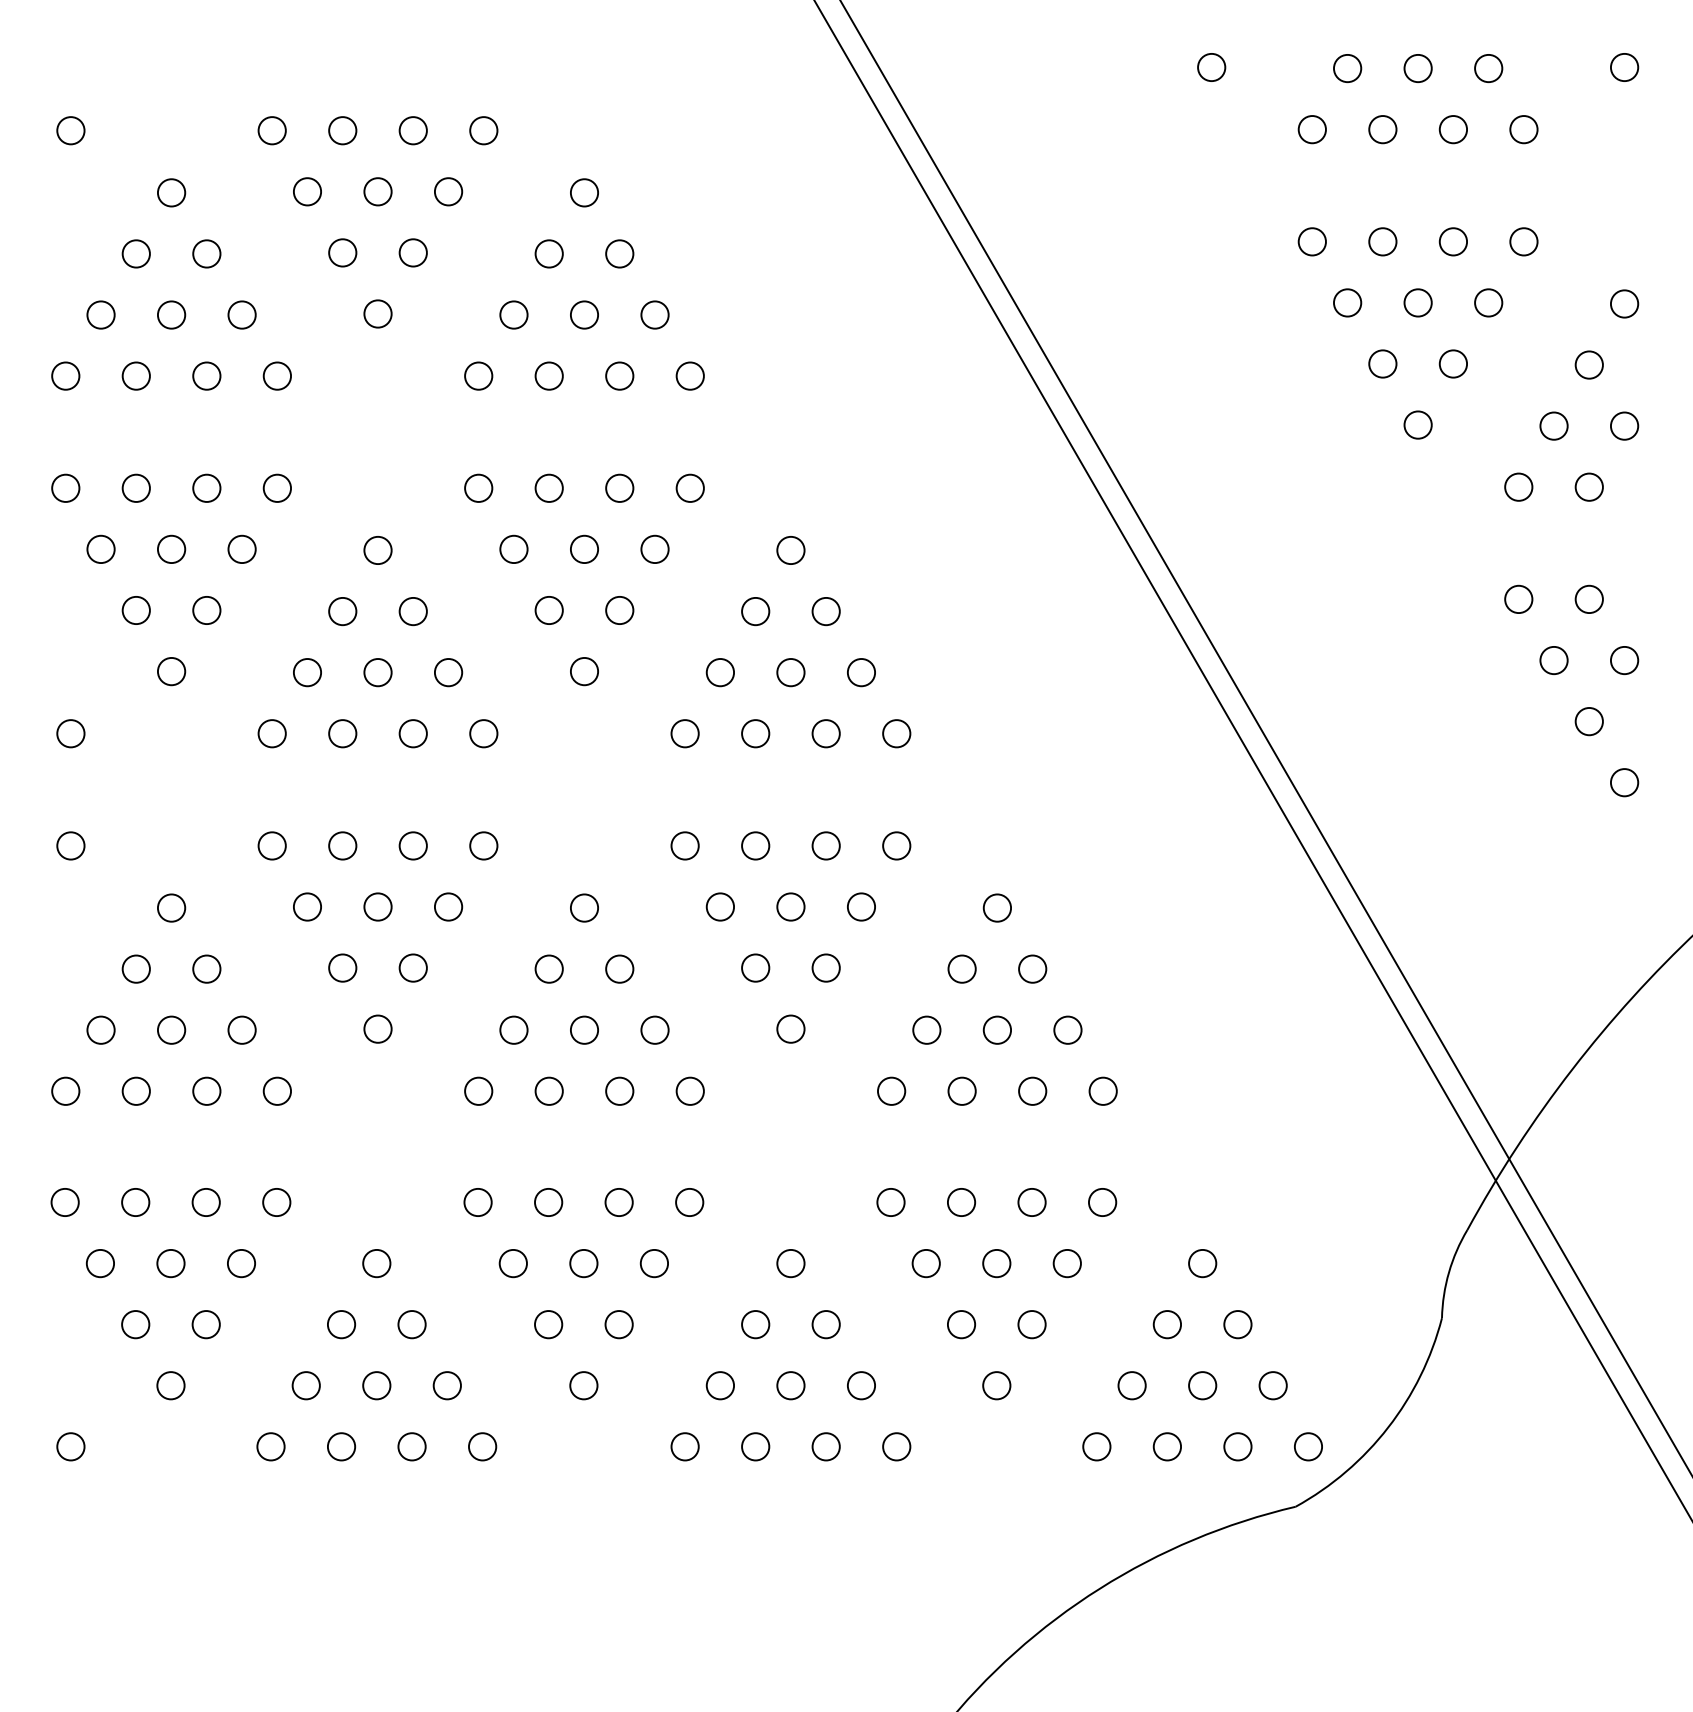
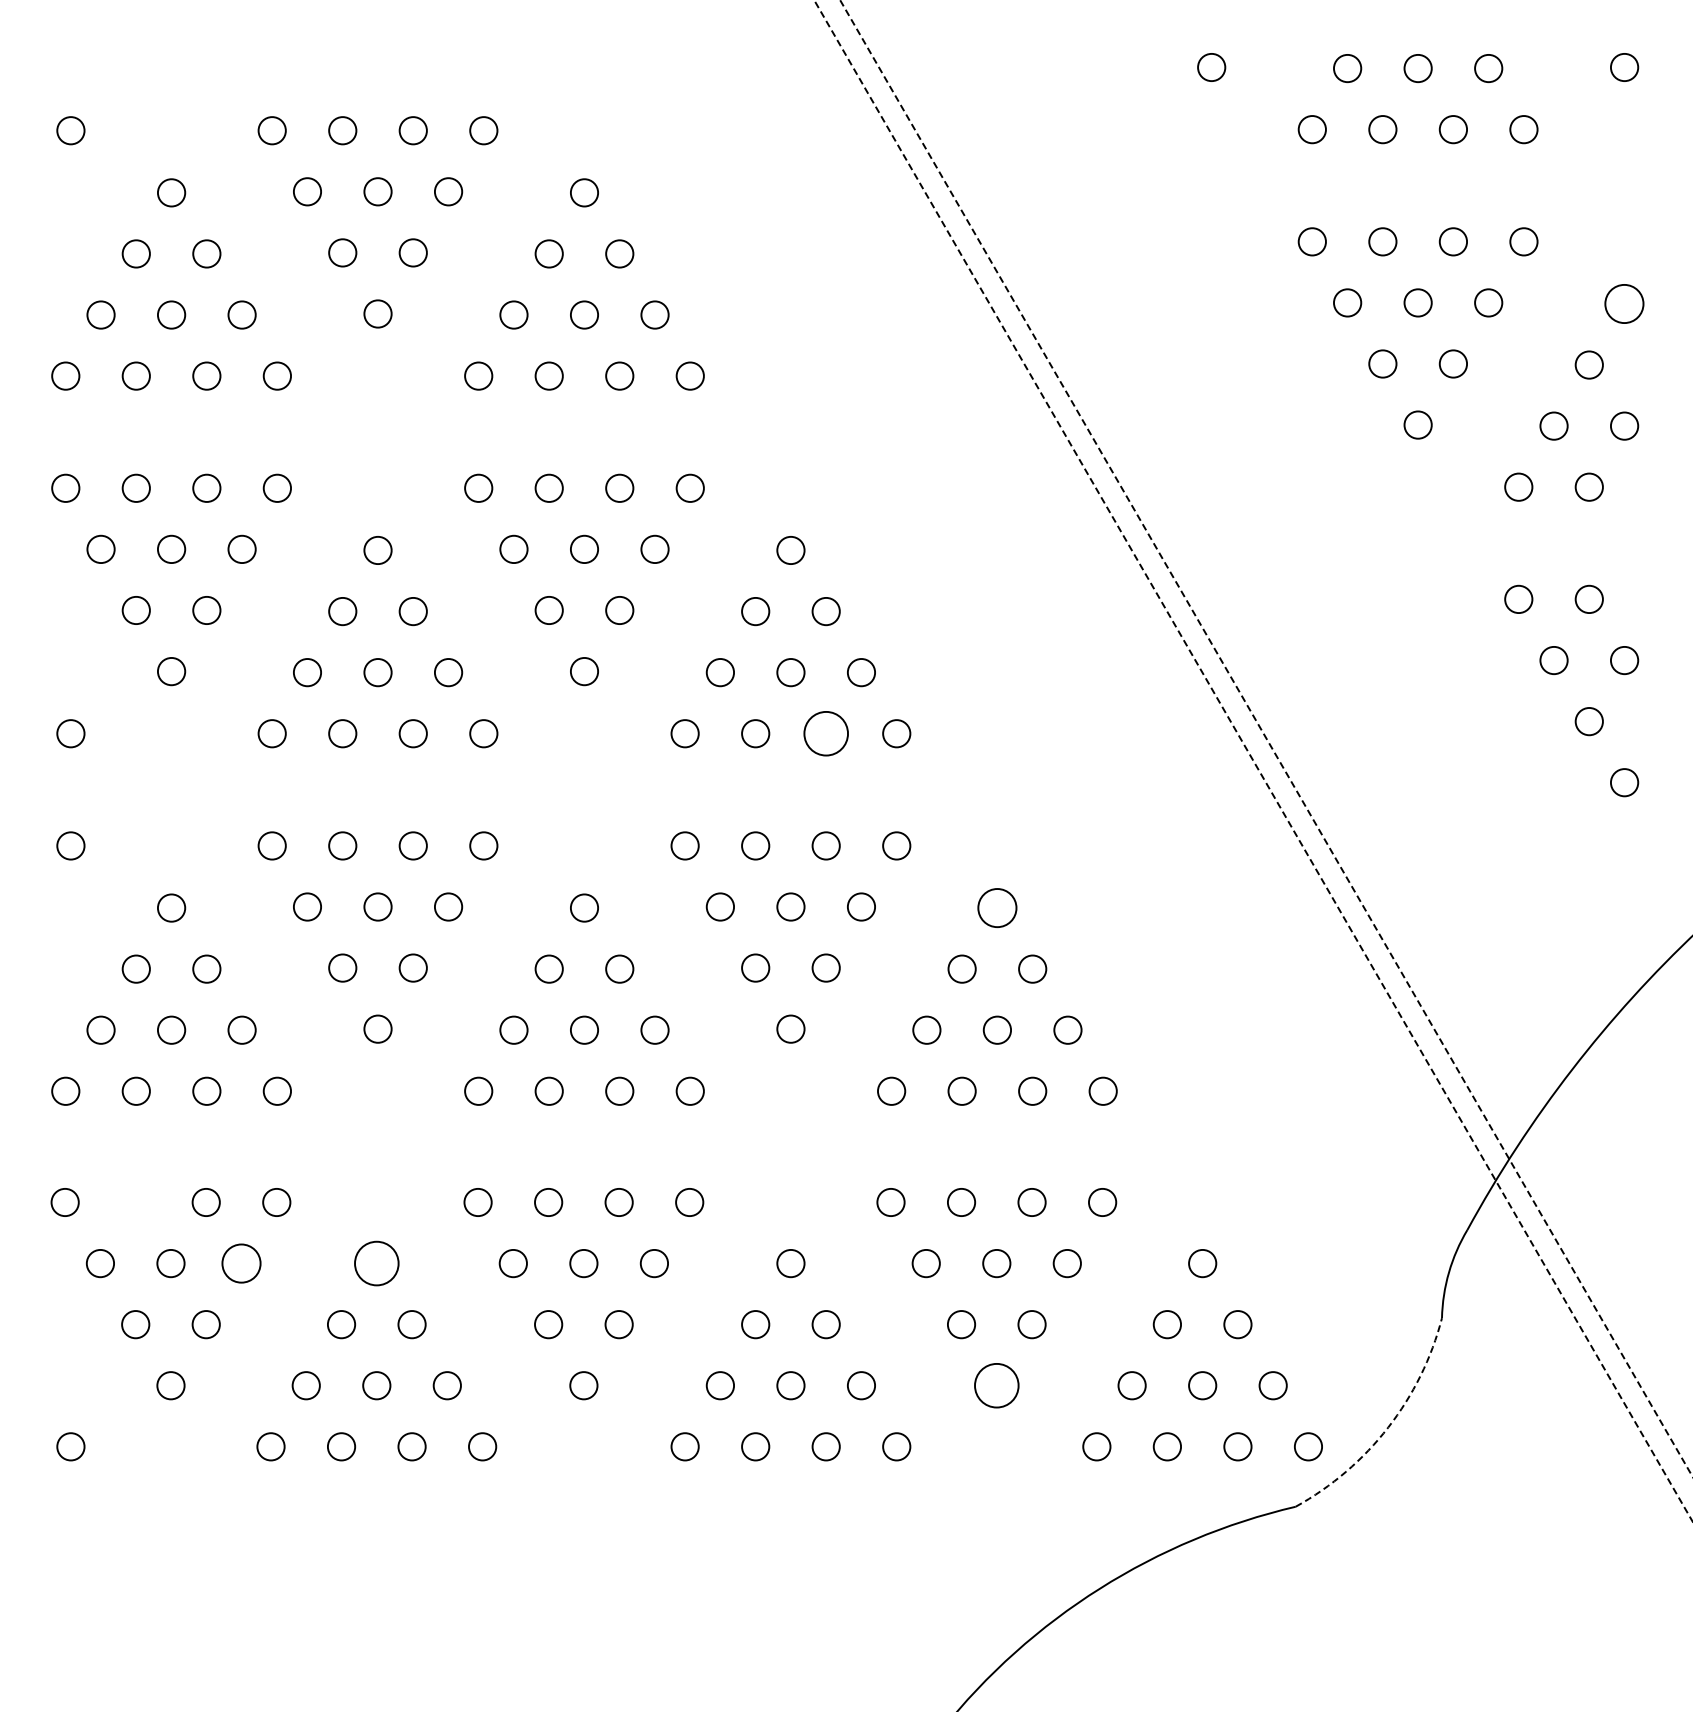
circle at (1624, 303) size: 30x30 px -> 41x40 px
circle at (825, 733) diameter: 27 px -> 44 px
line at (1266, 739): solid -> dashed
line at (1253, 761): solid -> dashed
circle at (997, 907) diameter: 27 px -> 38 px
circle at (135, 1202): present -> none
circle at (241, 1263) diameter: 27 px -> 38 px
circle at (376, 1263) diameter: 27 px -> 44 px
circle at (996, 1385) diameter: 27 px -> 44 px
arc at (1388, 1427): solid -> dashed
